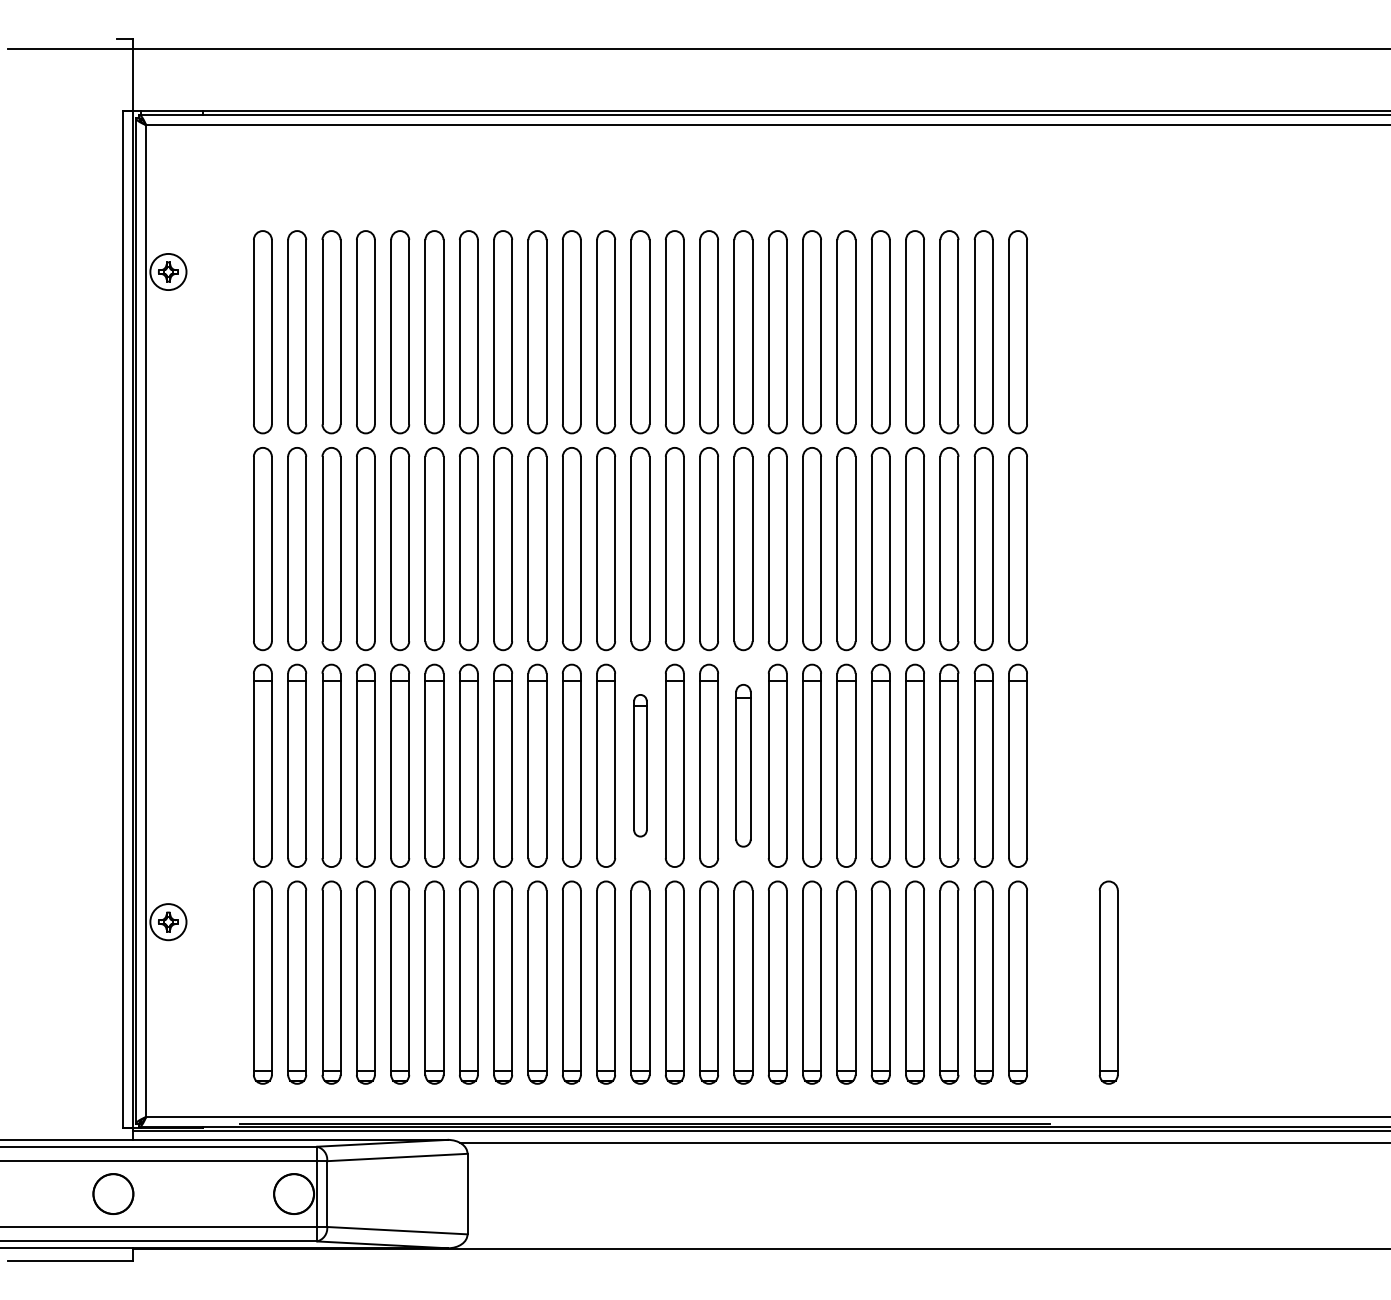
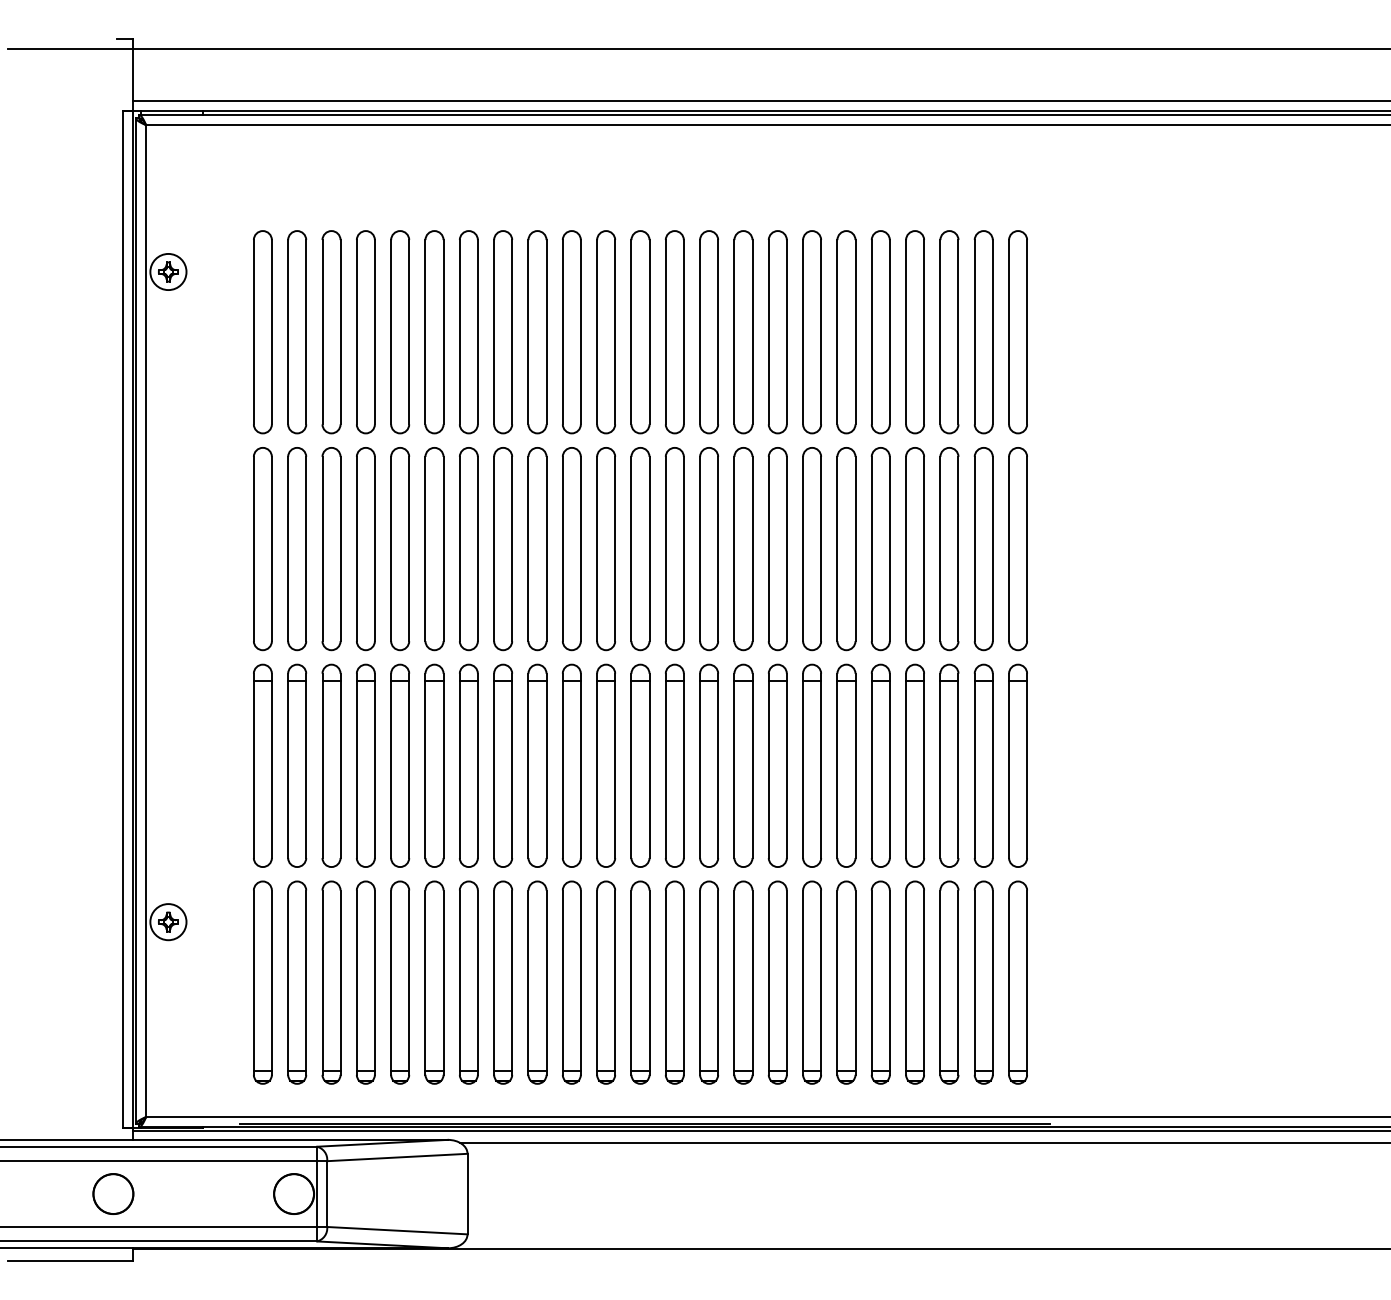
line at (760, 101): none -> present
part at (640, 765) size: 15x144 px -> 21x205 px
part at (743, 765) size: 17x164 px -> 21x205 px
part at (1108, 982): present -> none
